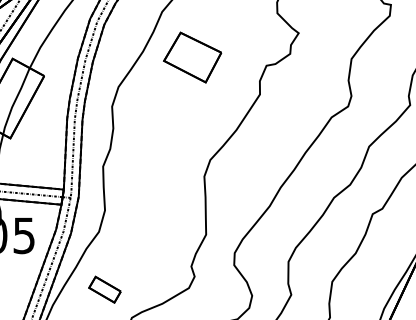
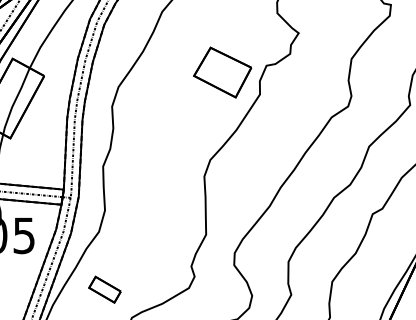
part at (192, 57) position: (192, 57) -> (222, 72)
